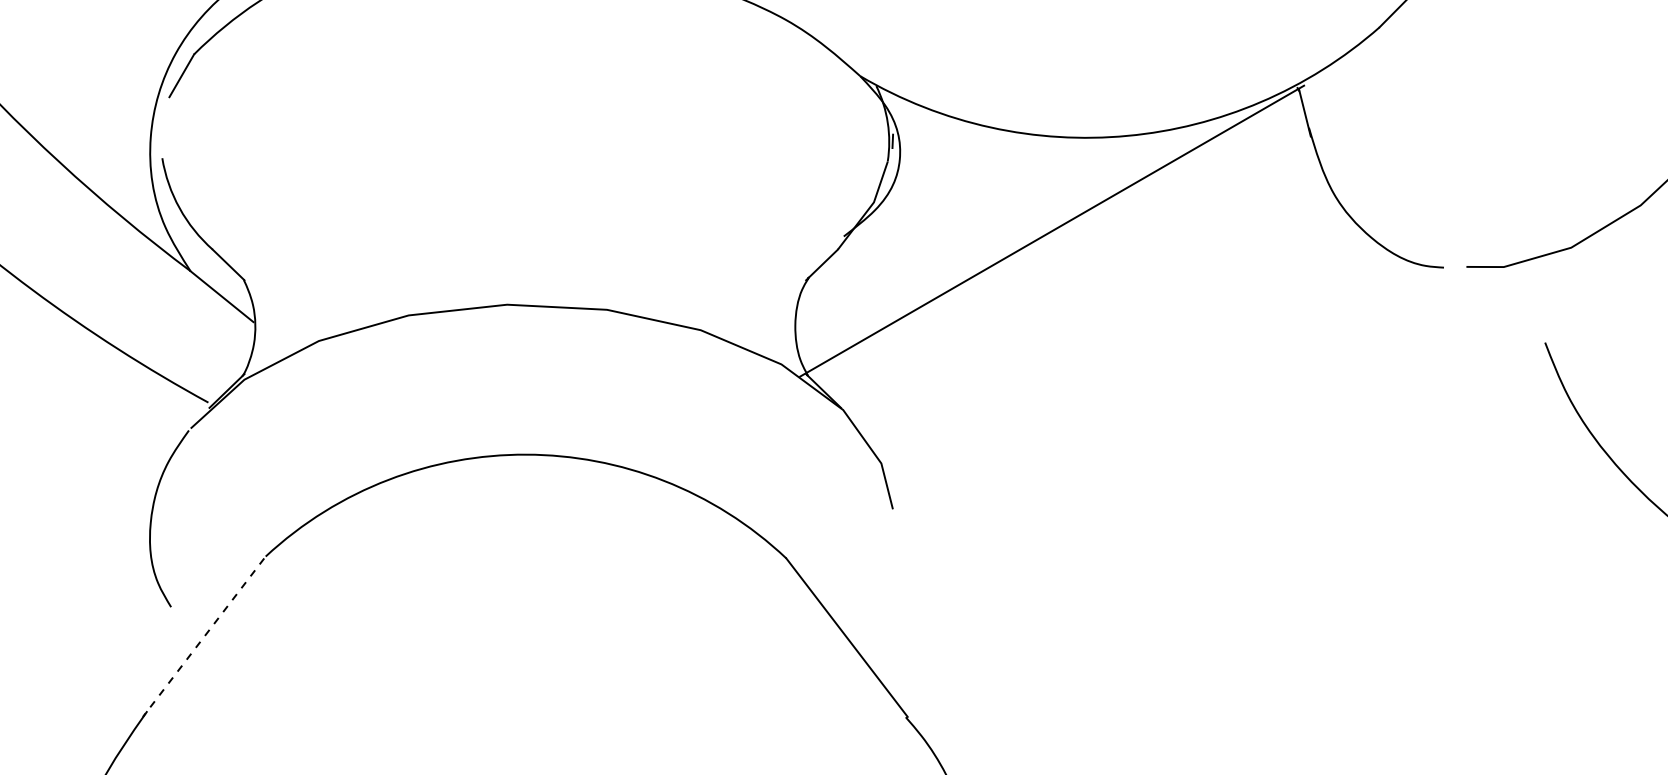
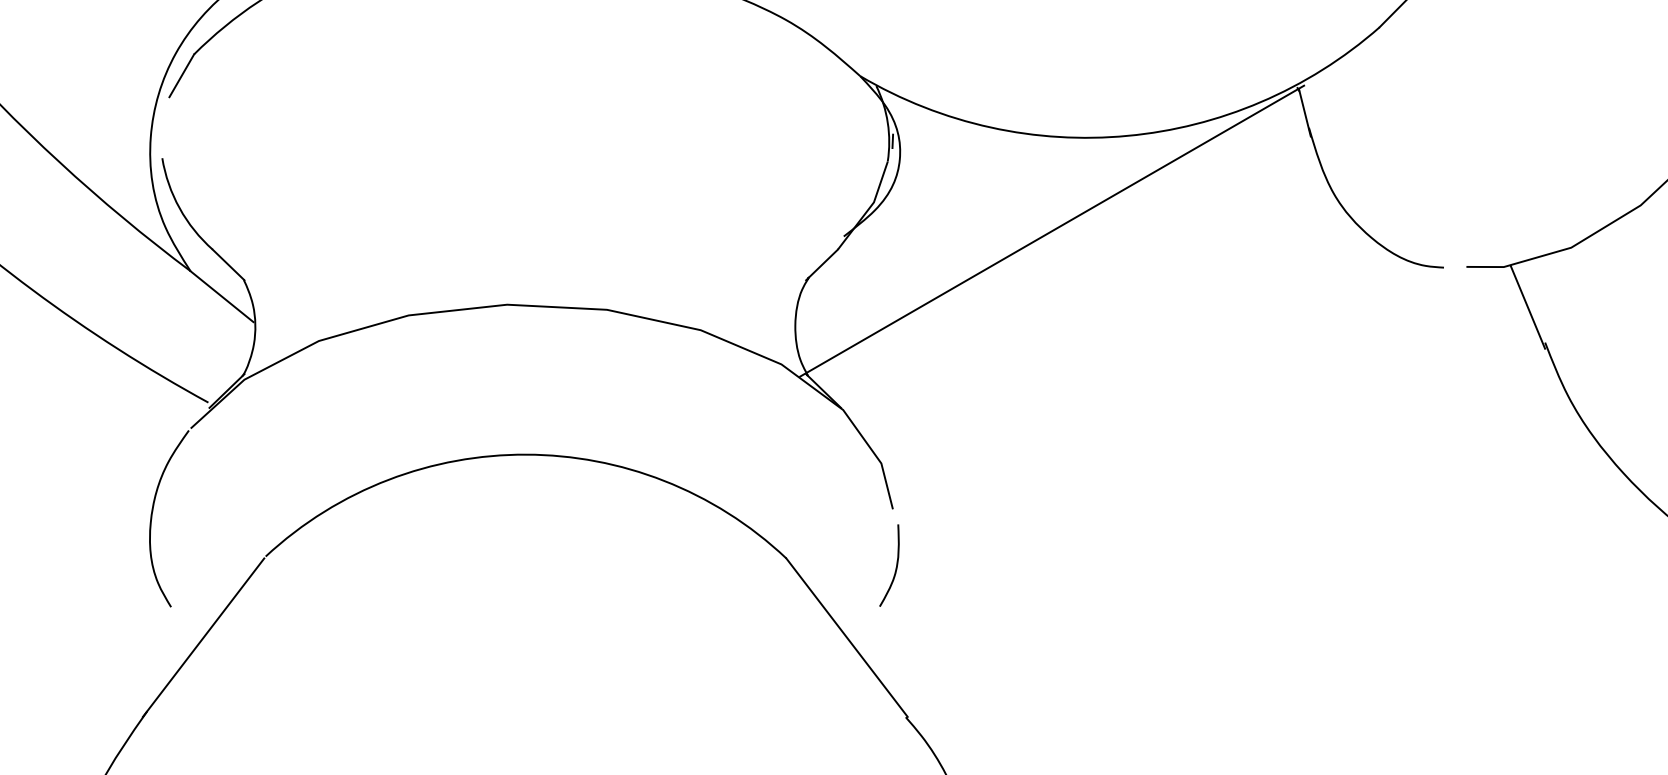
line at (1527, 307): none -> present
curve at (895, 567): none -> present
line at (203, 637): dashed -> solid
